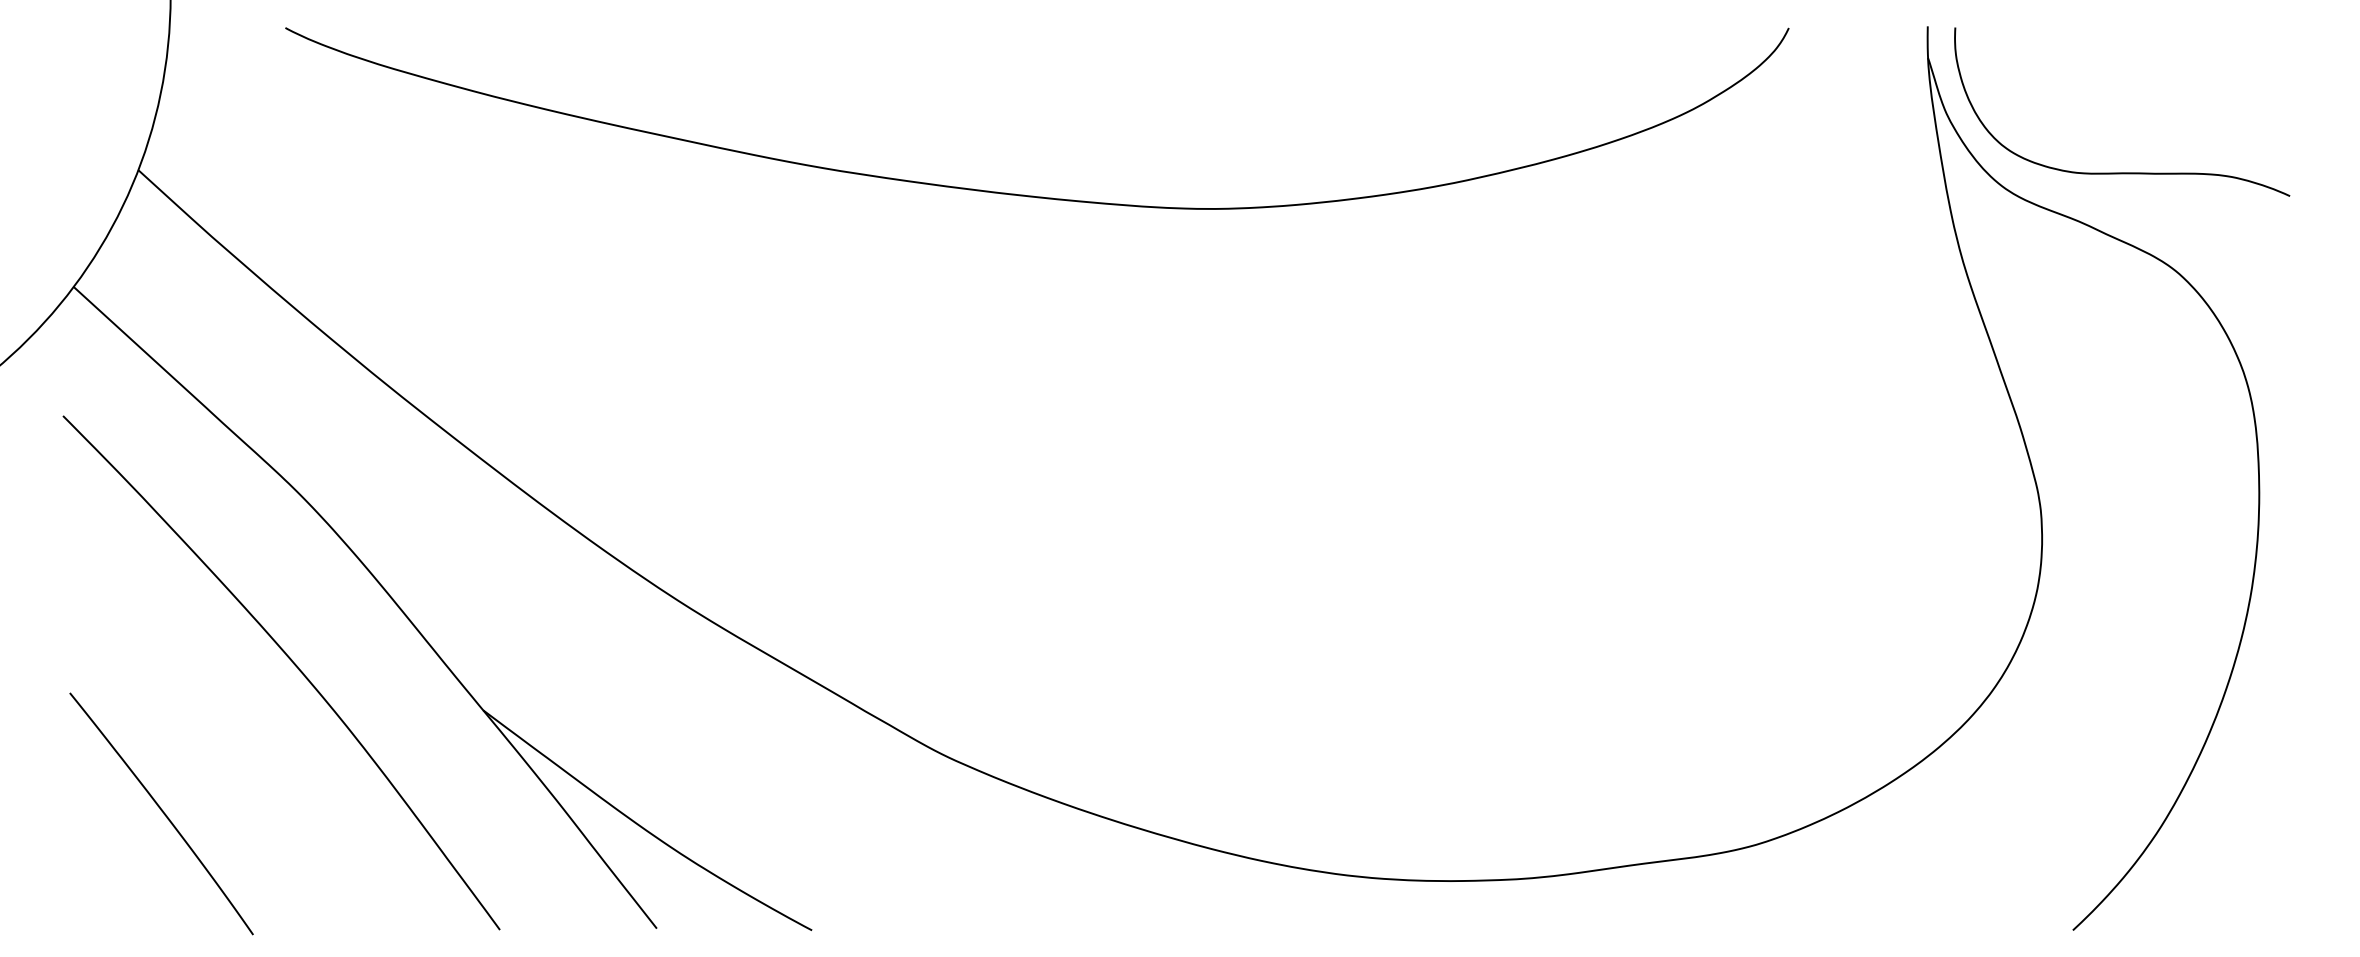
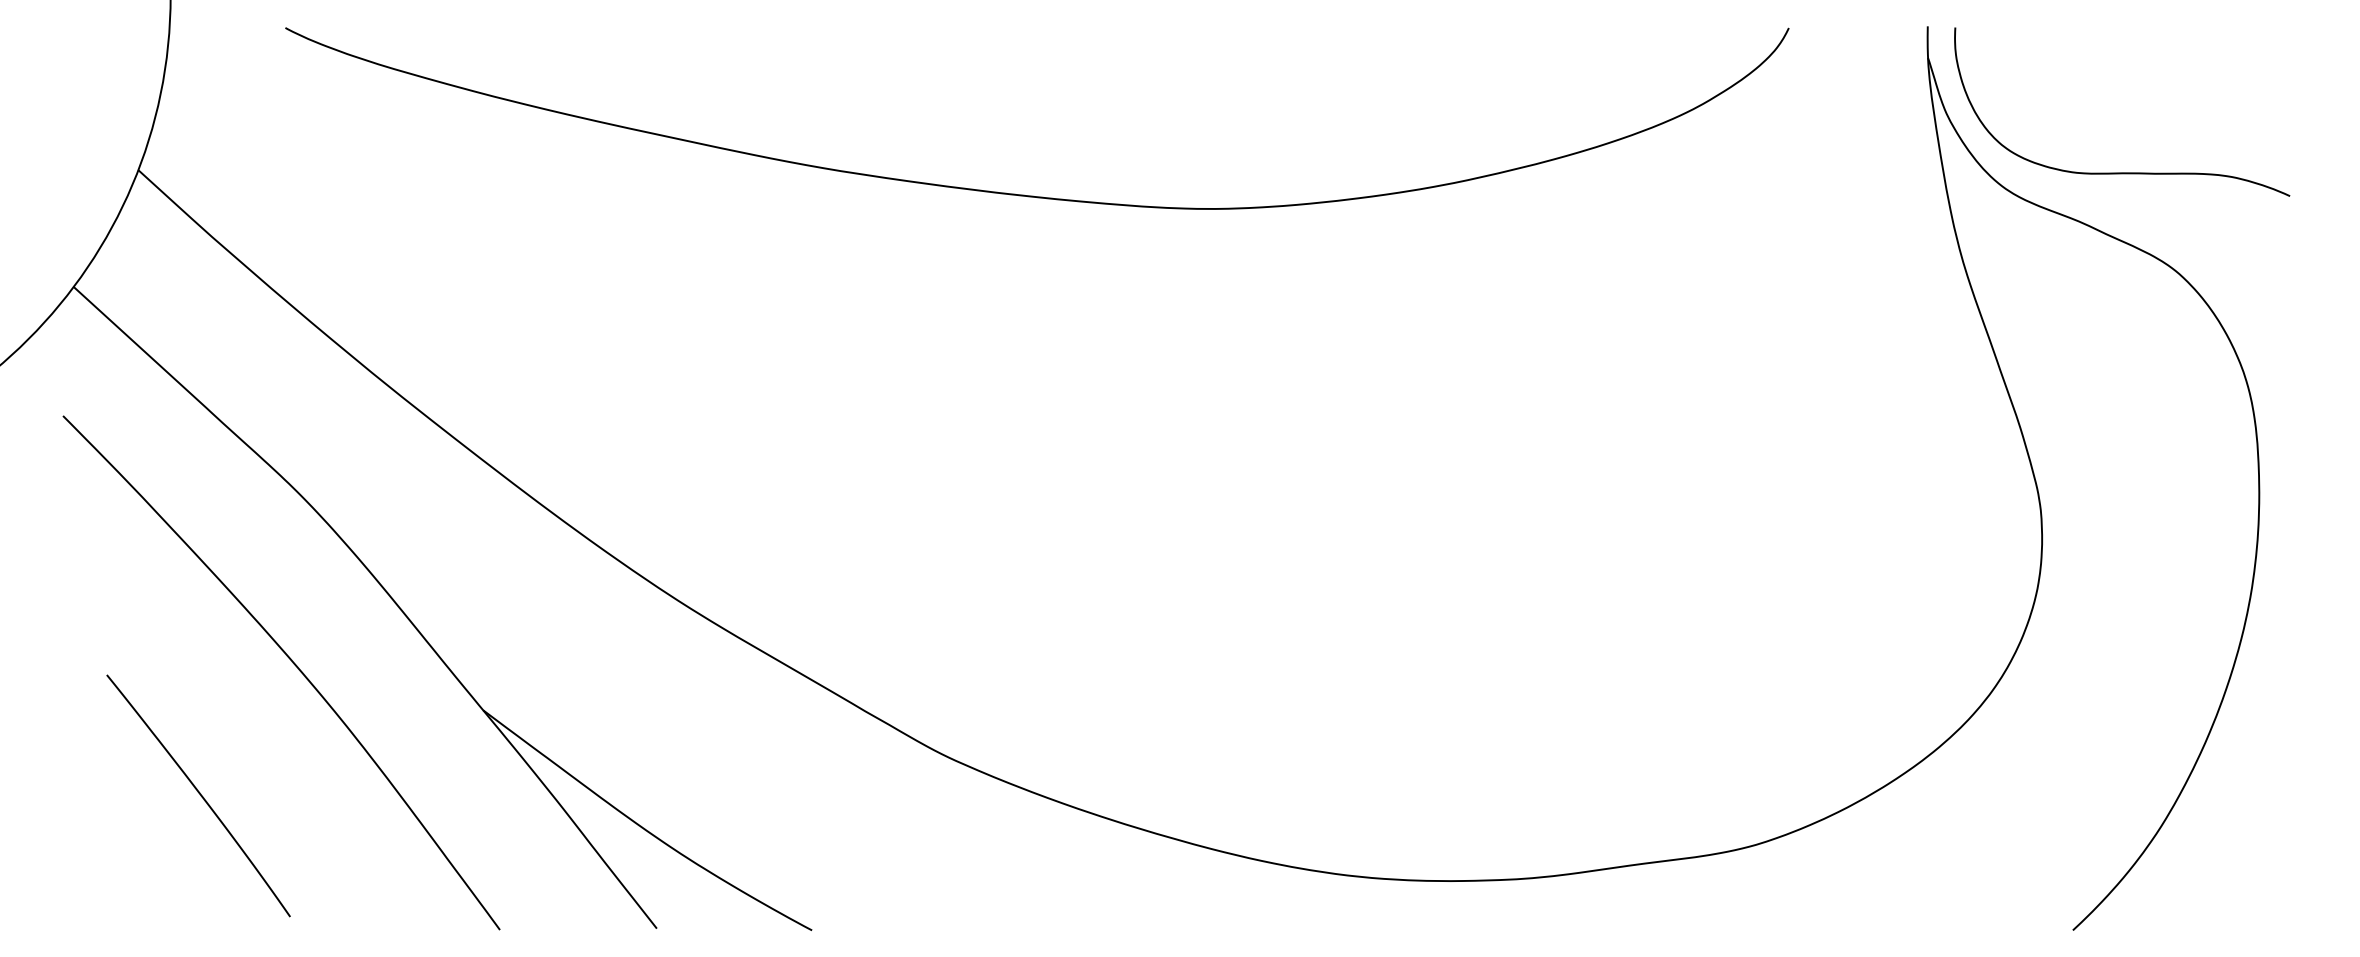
curve at (162, 812) position: (162, 812) -> (199, 794)
